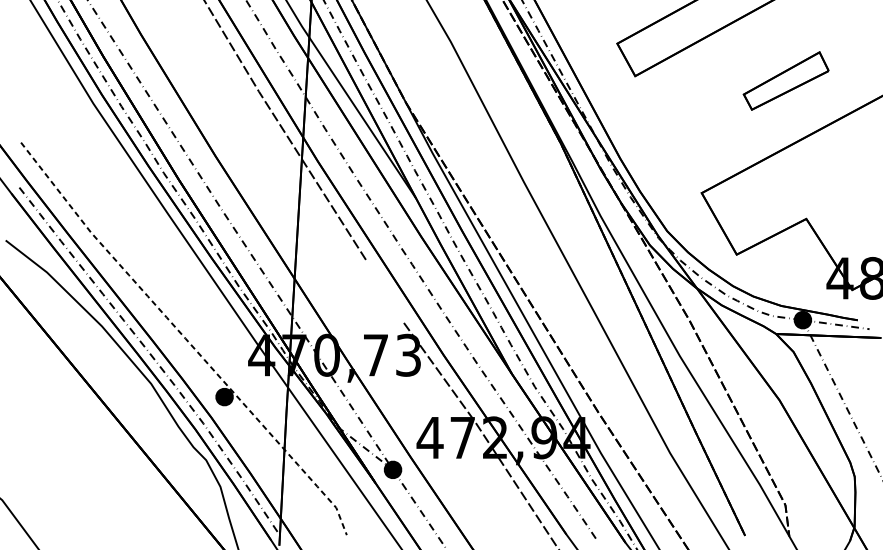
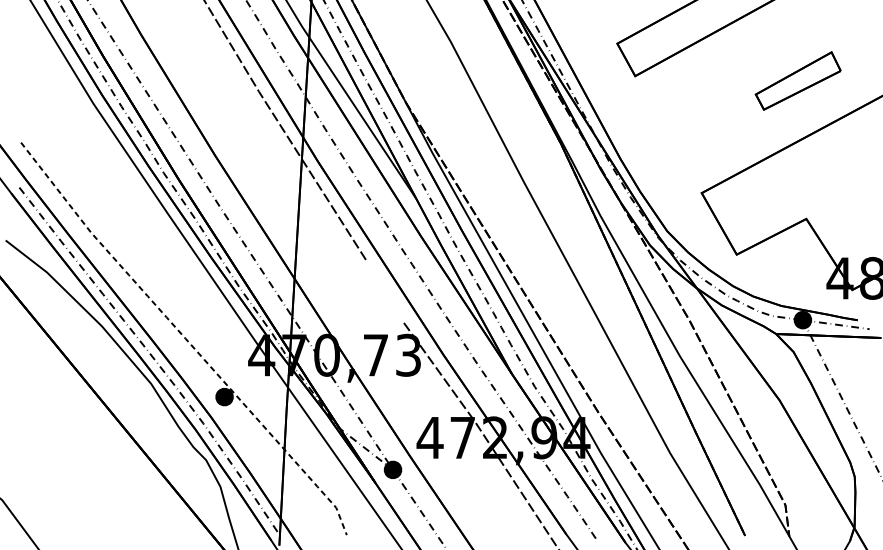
part at (785, 80) position: (785, 80) -> (797, 80)
